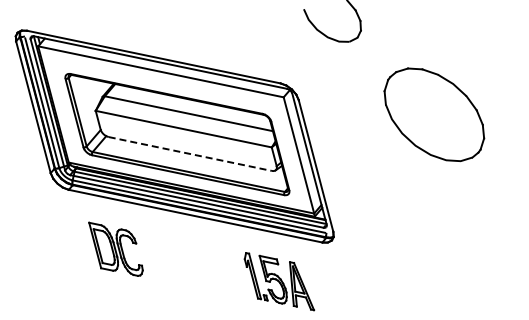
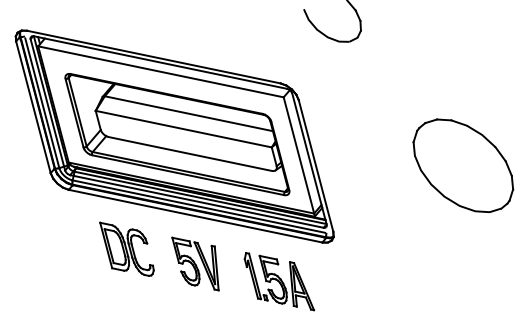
part at (434, 114) position: (434, 114) -> (463, 165)
line at (190, 154): dashed -> solid
part at (115, 248) position: (115, 248) -> (126, 248)
part at (195, 263): none -> present
